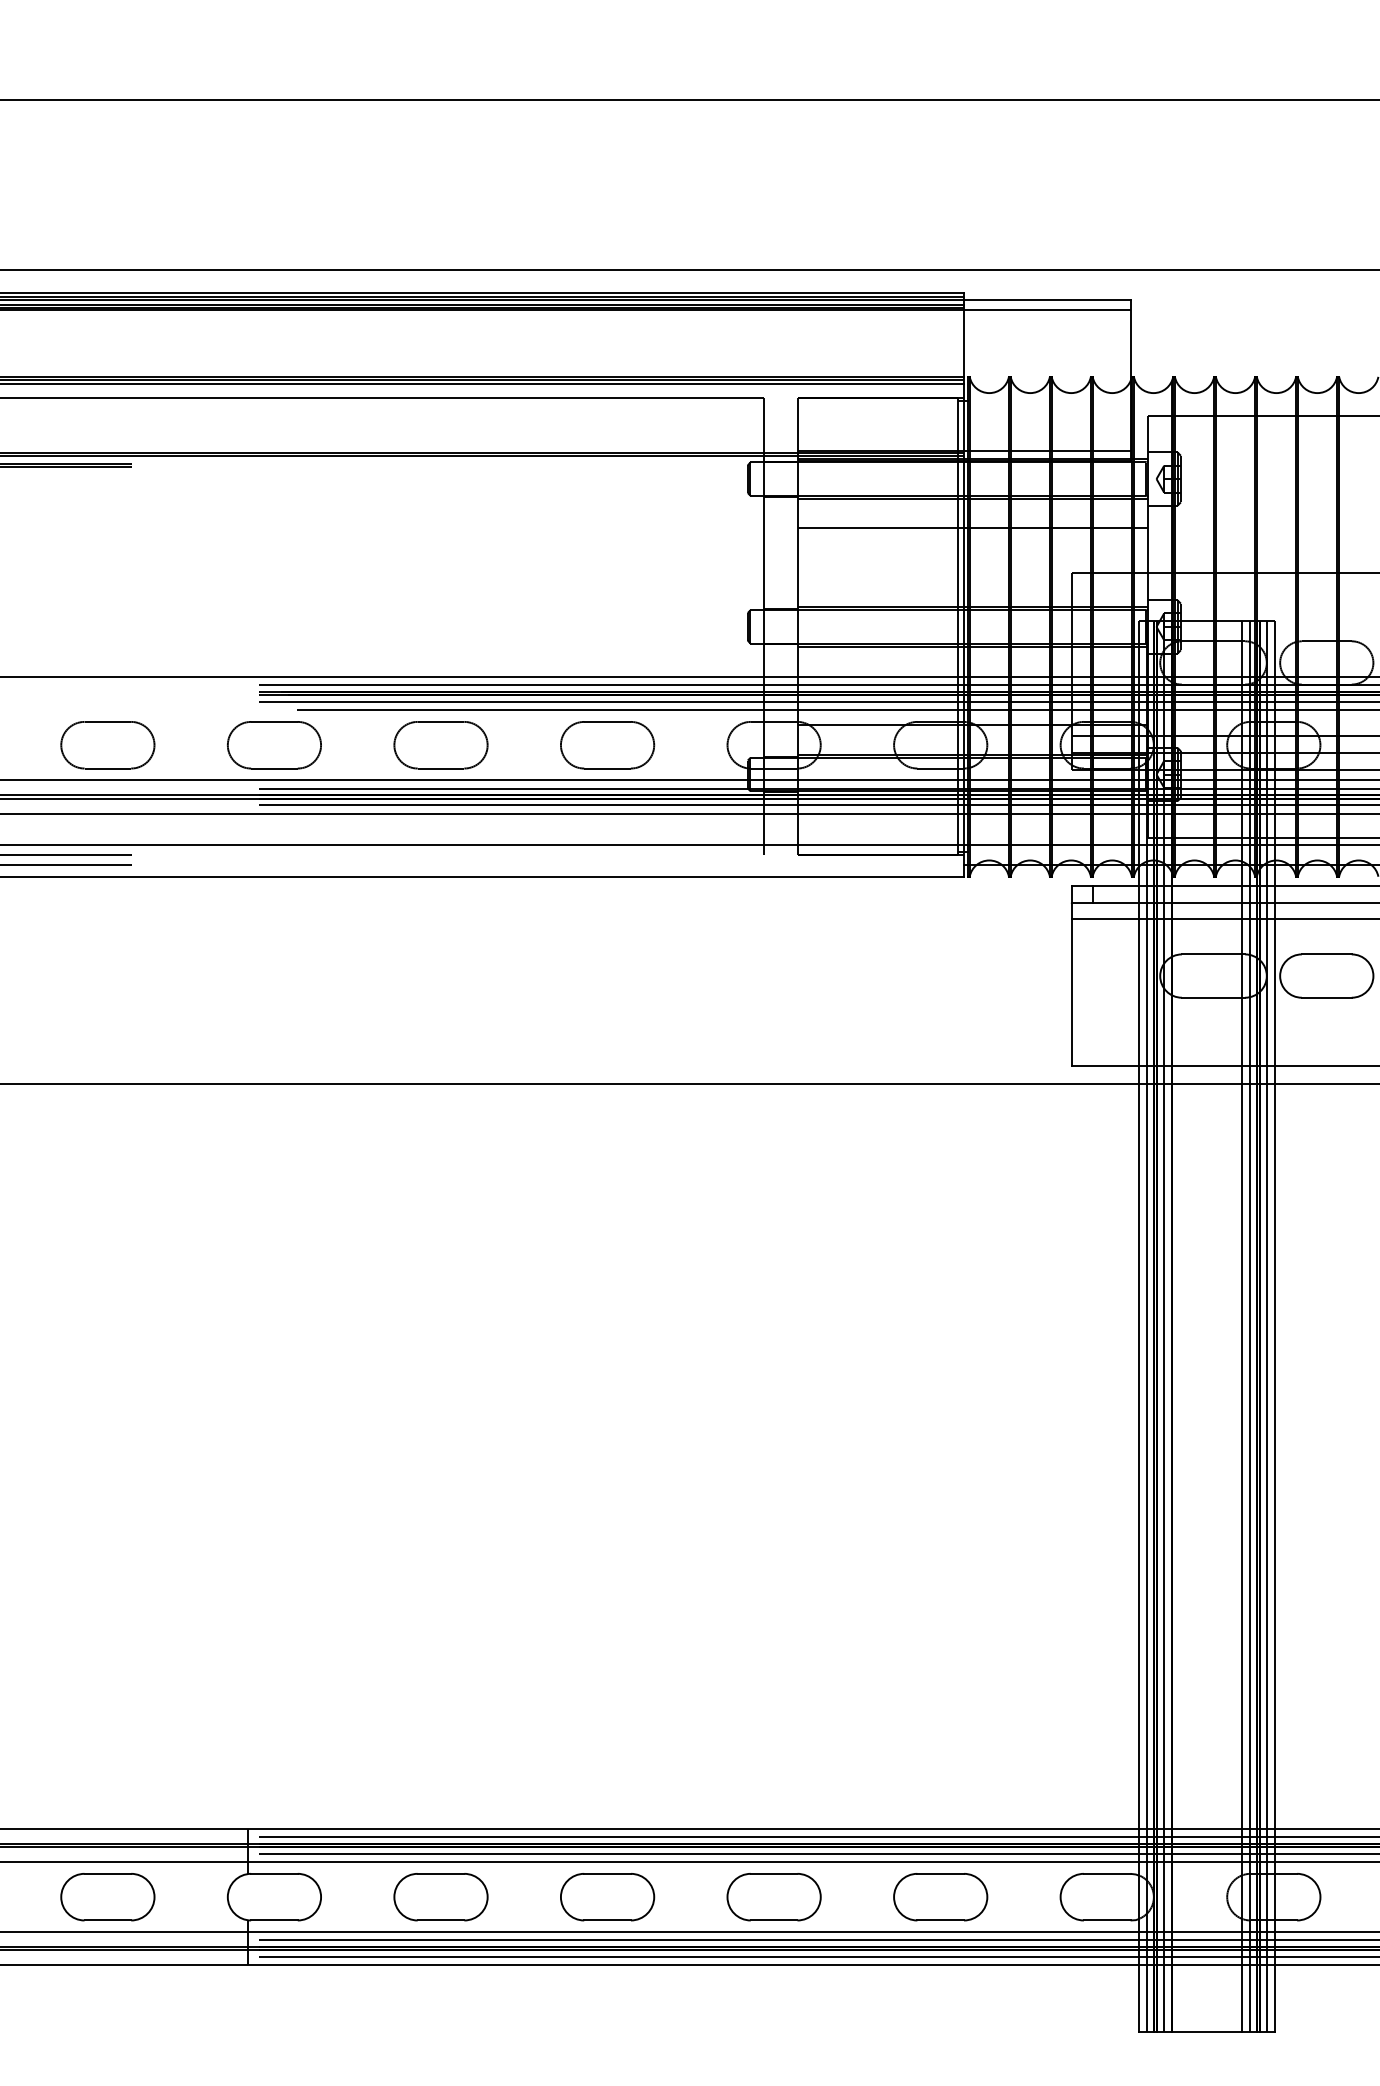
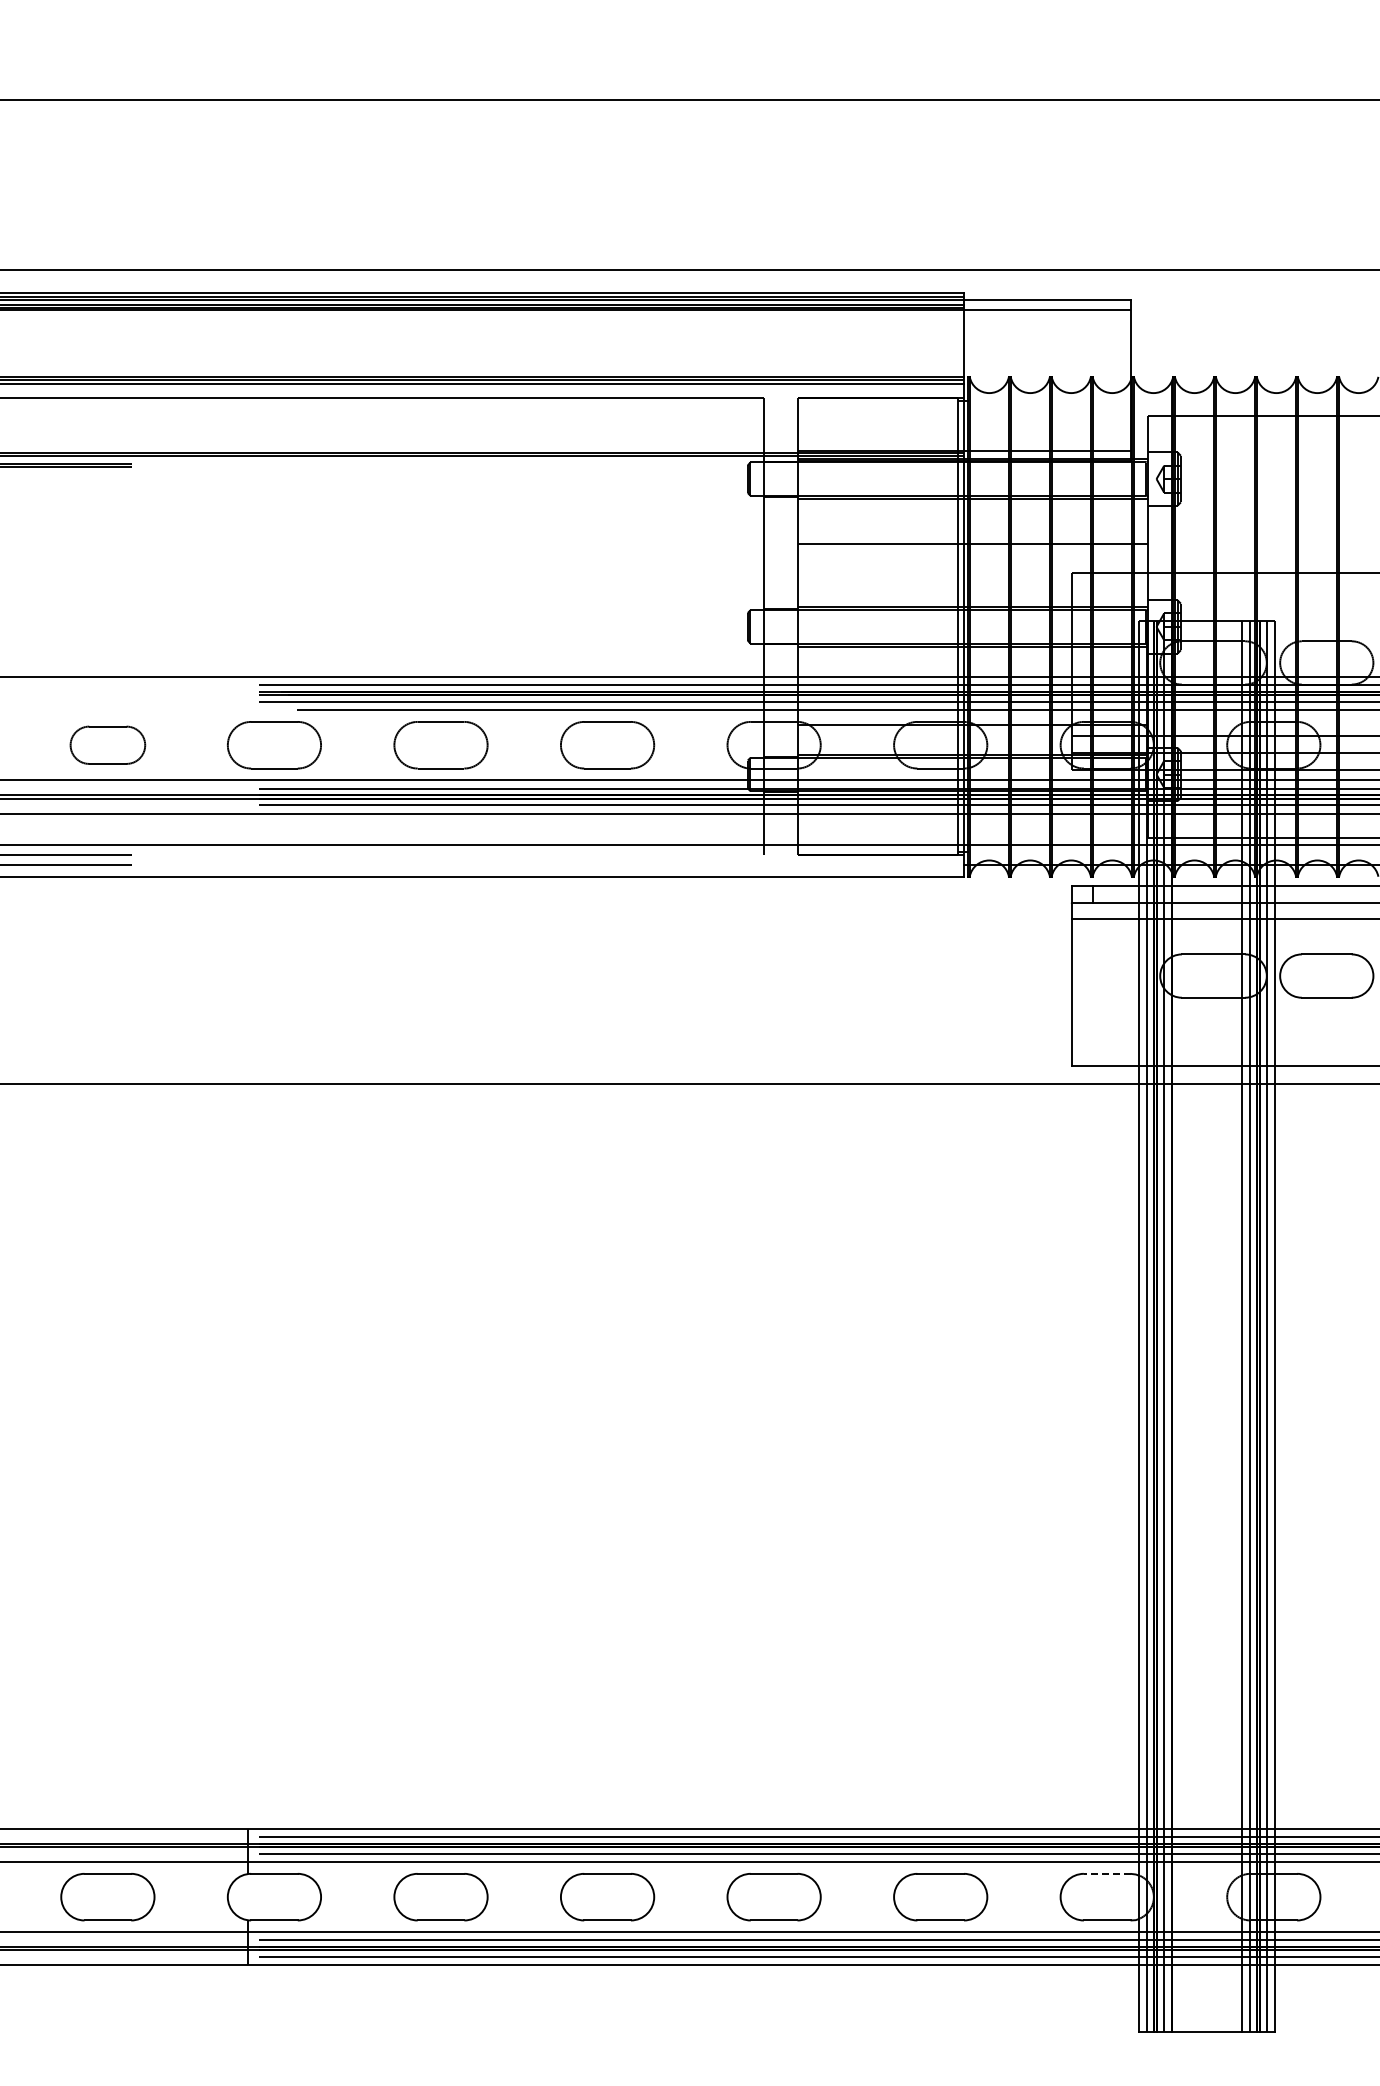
line at (972, 528) position: (972, 528) -> (972, 544)
part at (107, 745) size: 96x49 px -> 78x40 px
line at (1106, 1873): solid -> dashed
